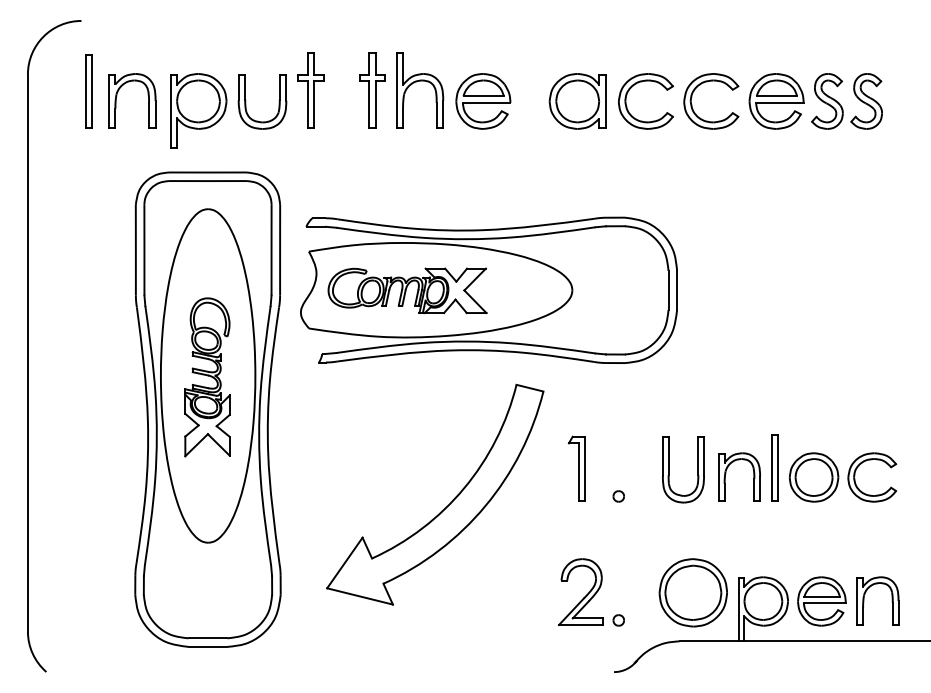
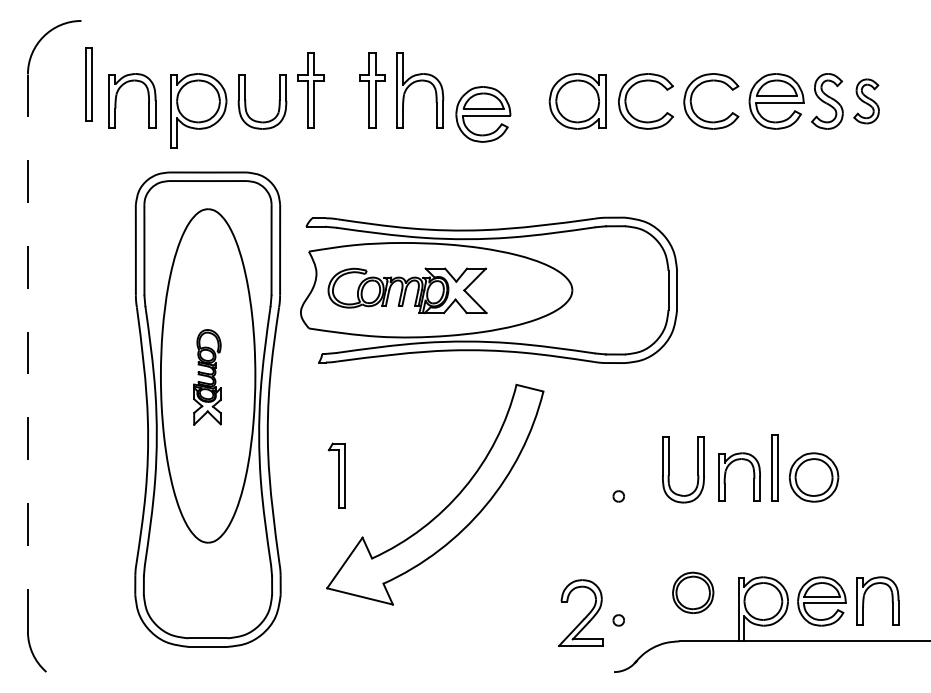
part at (88, 91) position: (88, 91) -> (88, 84)
part at (483, 101) position: (483, 101) -> (483, 114)
part at (866, 101) size: 33x57 px -> 27x47 px
line at (27, 353): solid -> dashed
part at (207, 377) size: 47x161 px -> 29x97 px
part at (864, 462): present -> none
part at (576, 468) position: (576, 468) -> (336, 475)
part at (692, 592) size: 70x70 px -> 43x43 px
part at (585, 595) position: (585, 595) -> (585, 616)
